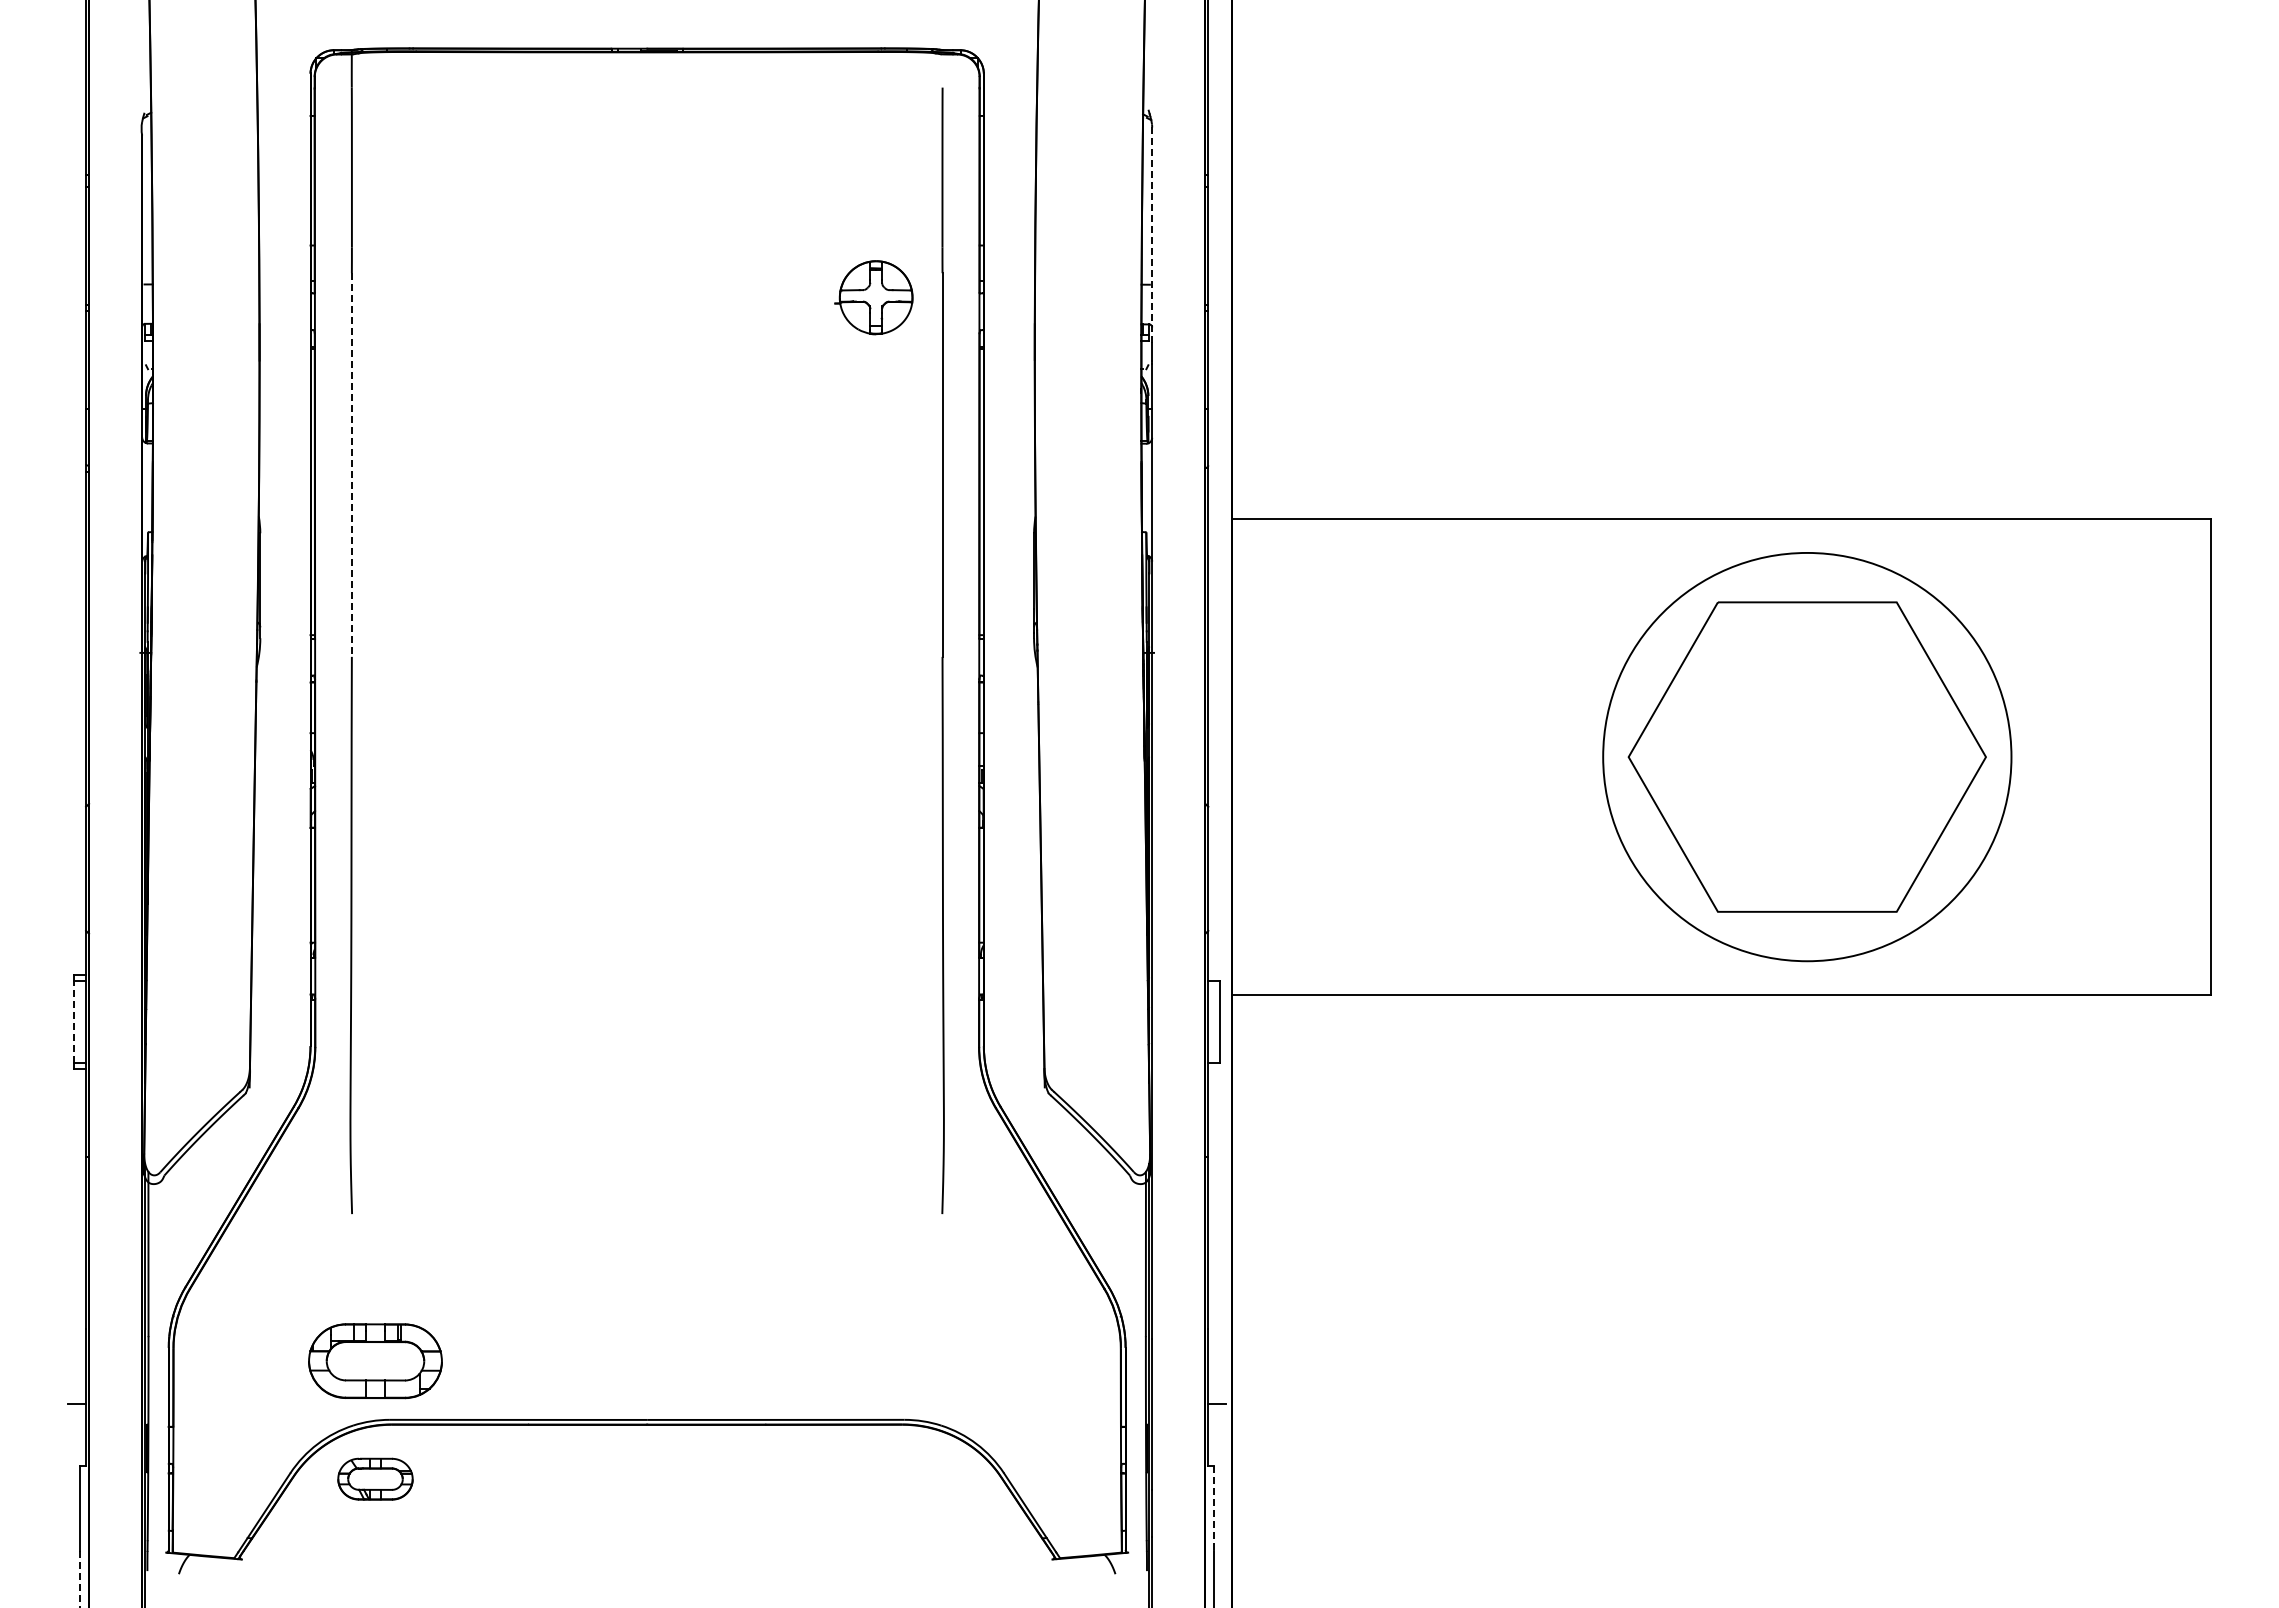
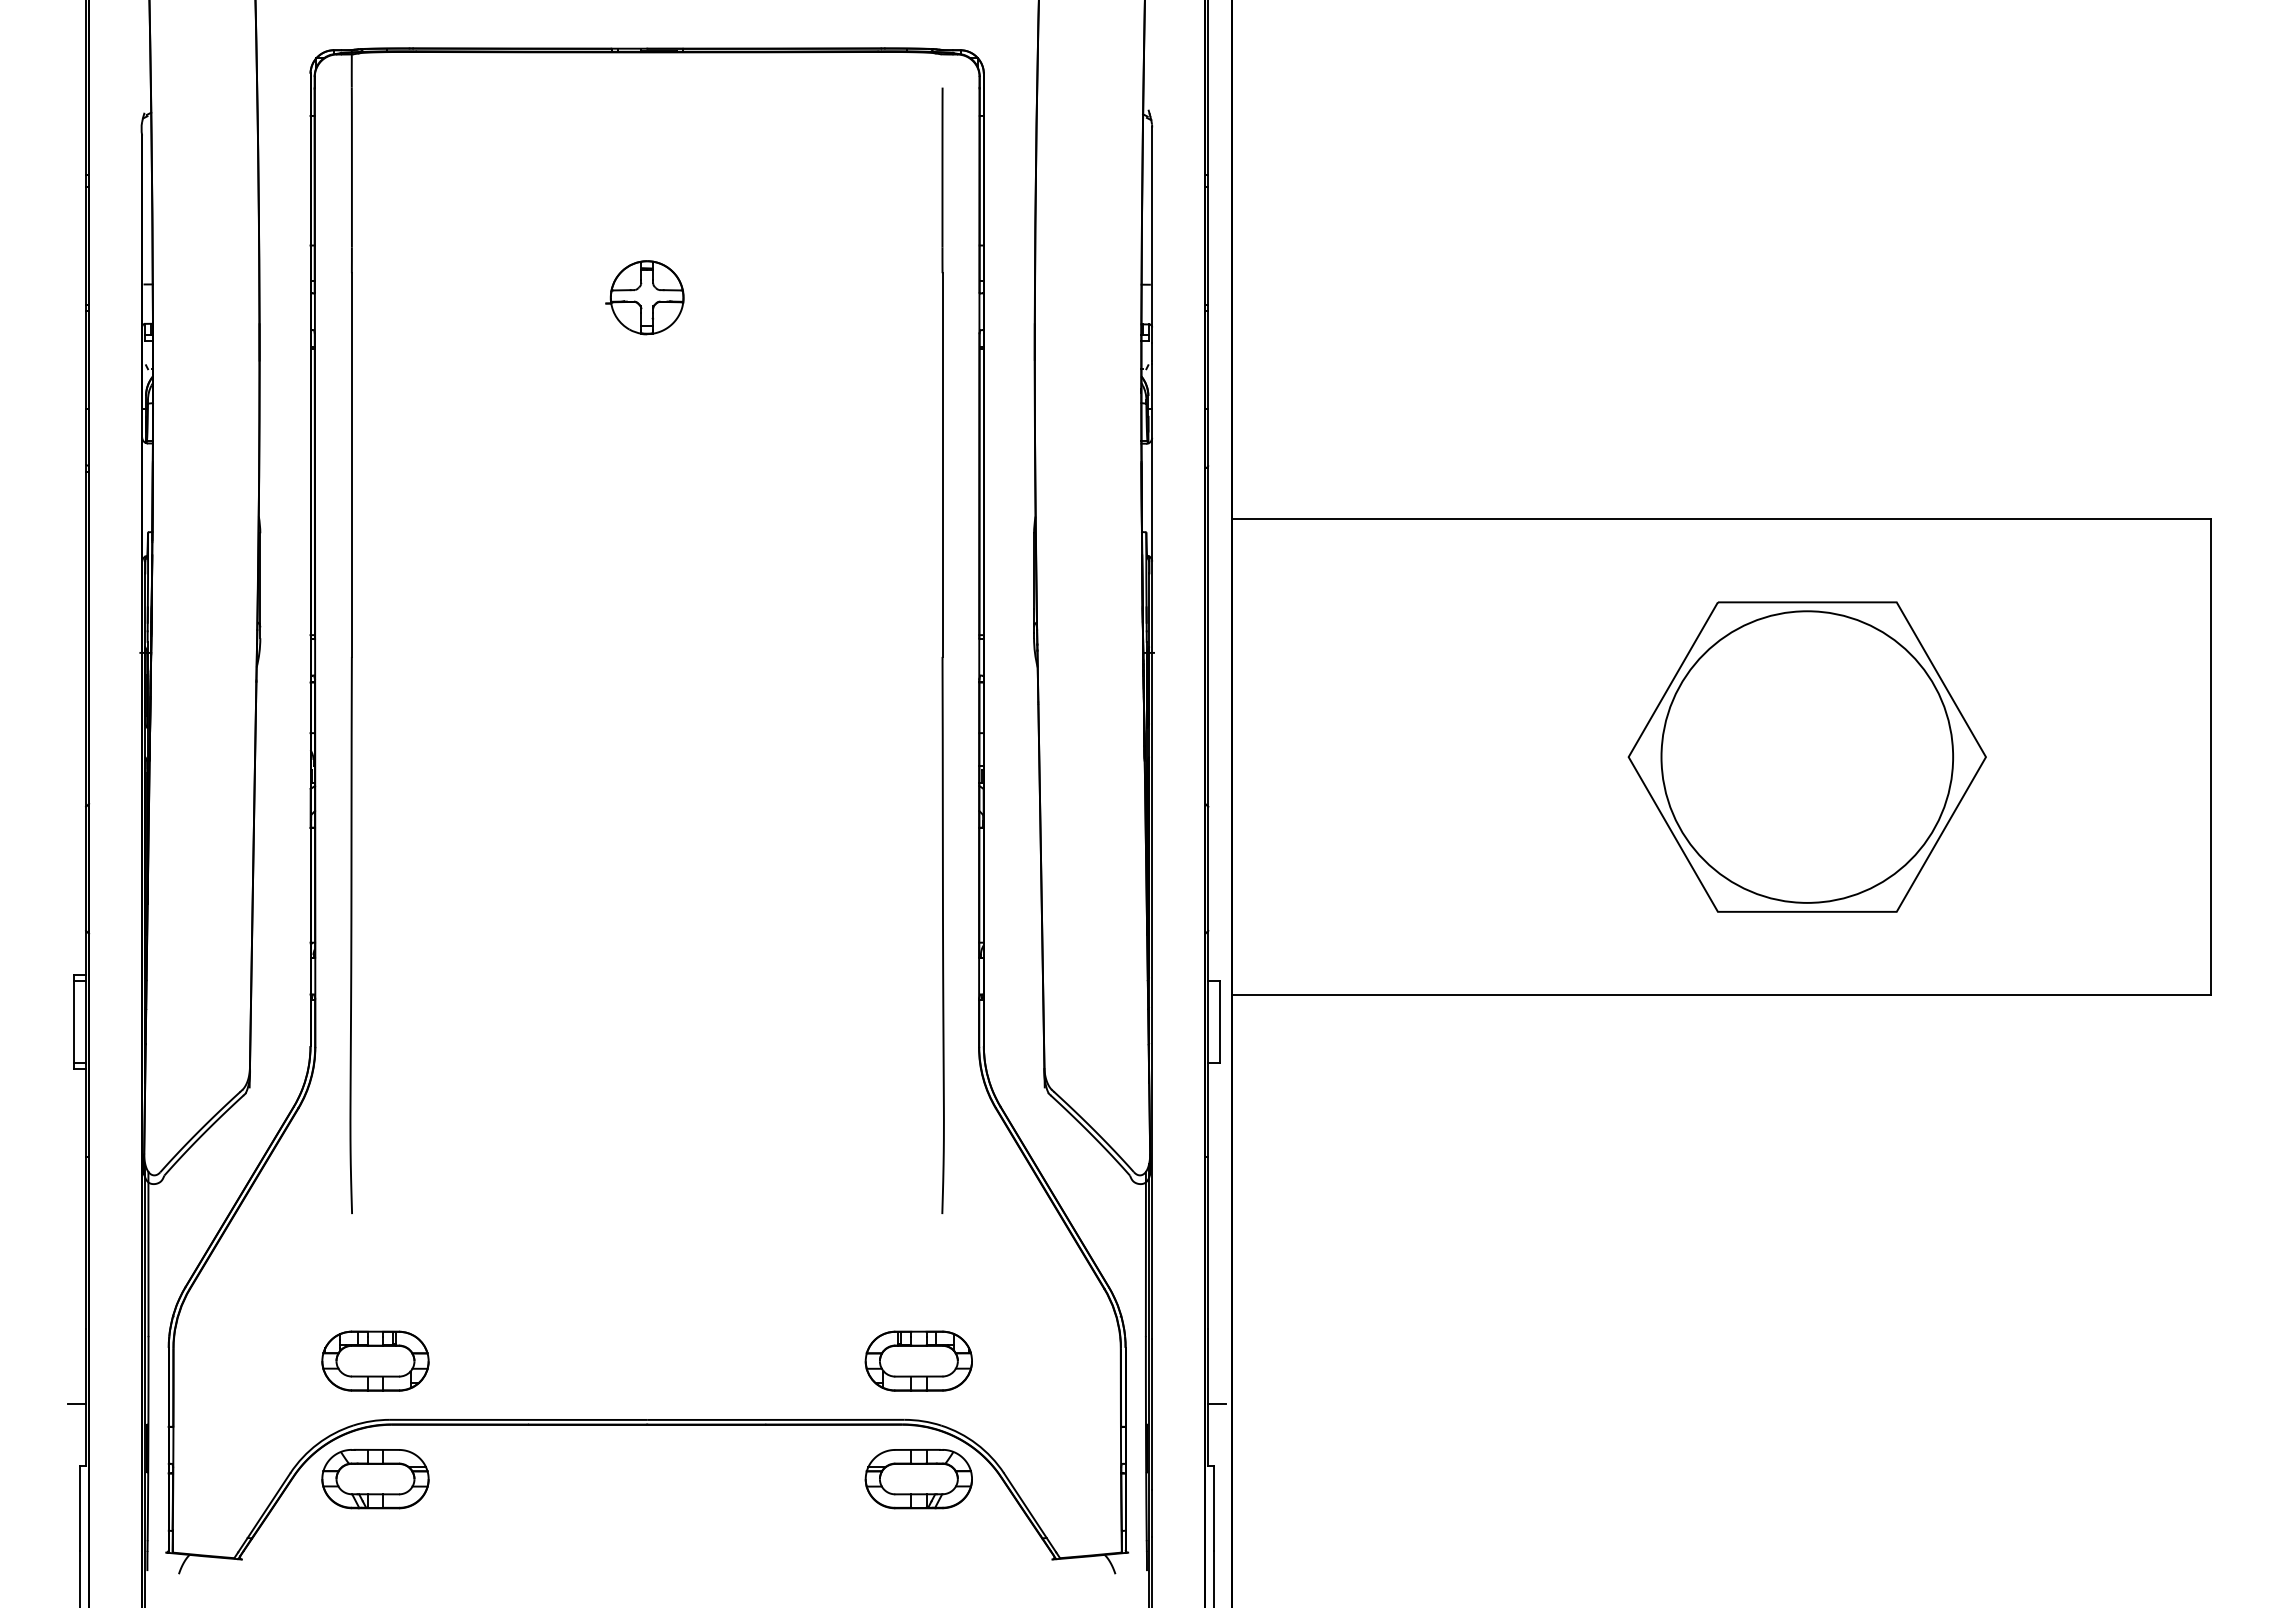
line at (1152, 235): dashed -> solid
part at (873, 297) position: (873, 297) -> (644, 297)
line at (351, 465): dashed -> solid
circle at (1807, 756) diameter: 408 px -> 292 px
line at (74, 1021): dashed -> solid
part at (918, 1360): none -> present
part at (375, 1361) size: 135x77 px -> 109x62 px
part at (375, 1478) size: 77x44 px -> 109x61 px
part at (918, 1479): none -> present
line at (1214, 1509): dashed -> solid
line at (80, 1579): dashed -> solid
